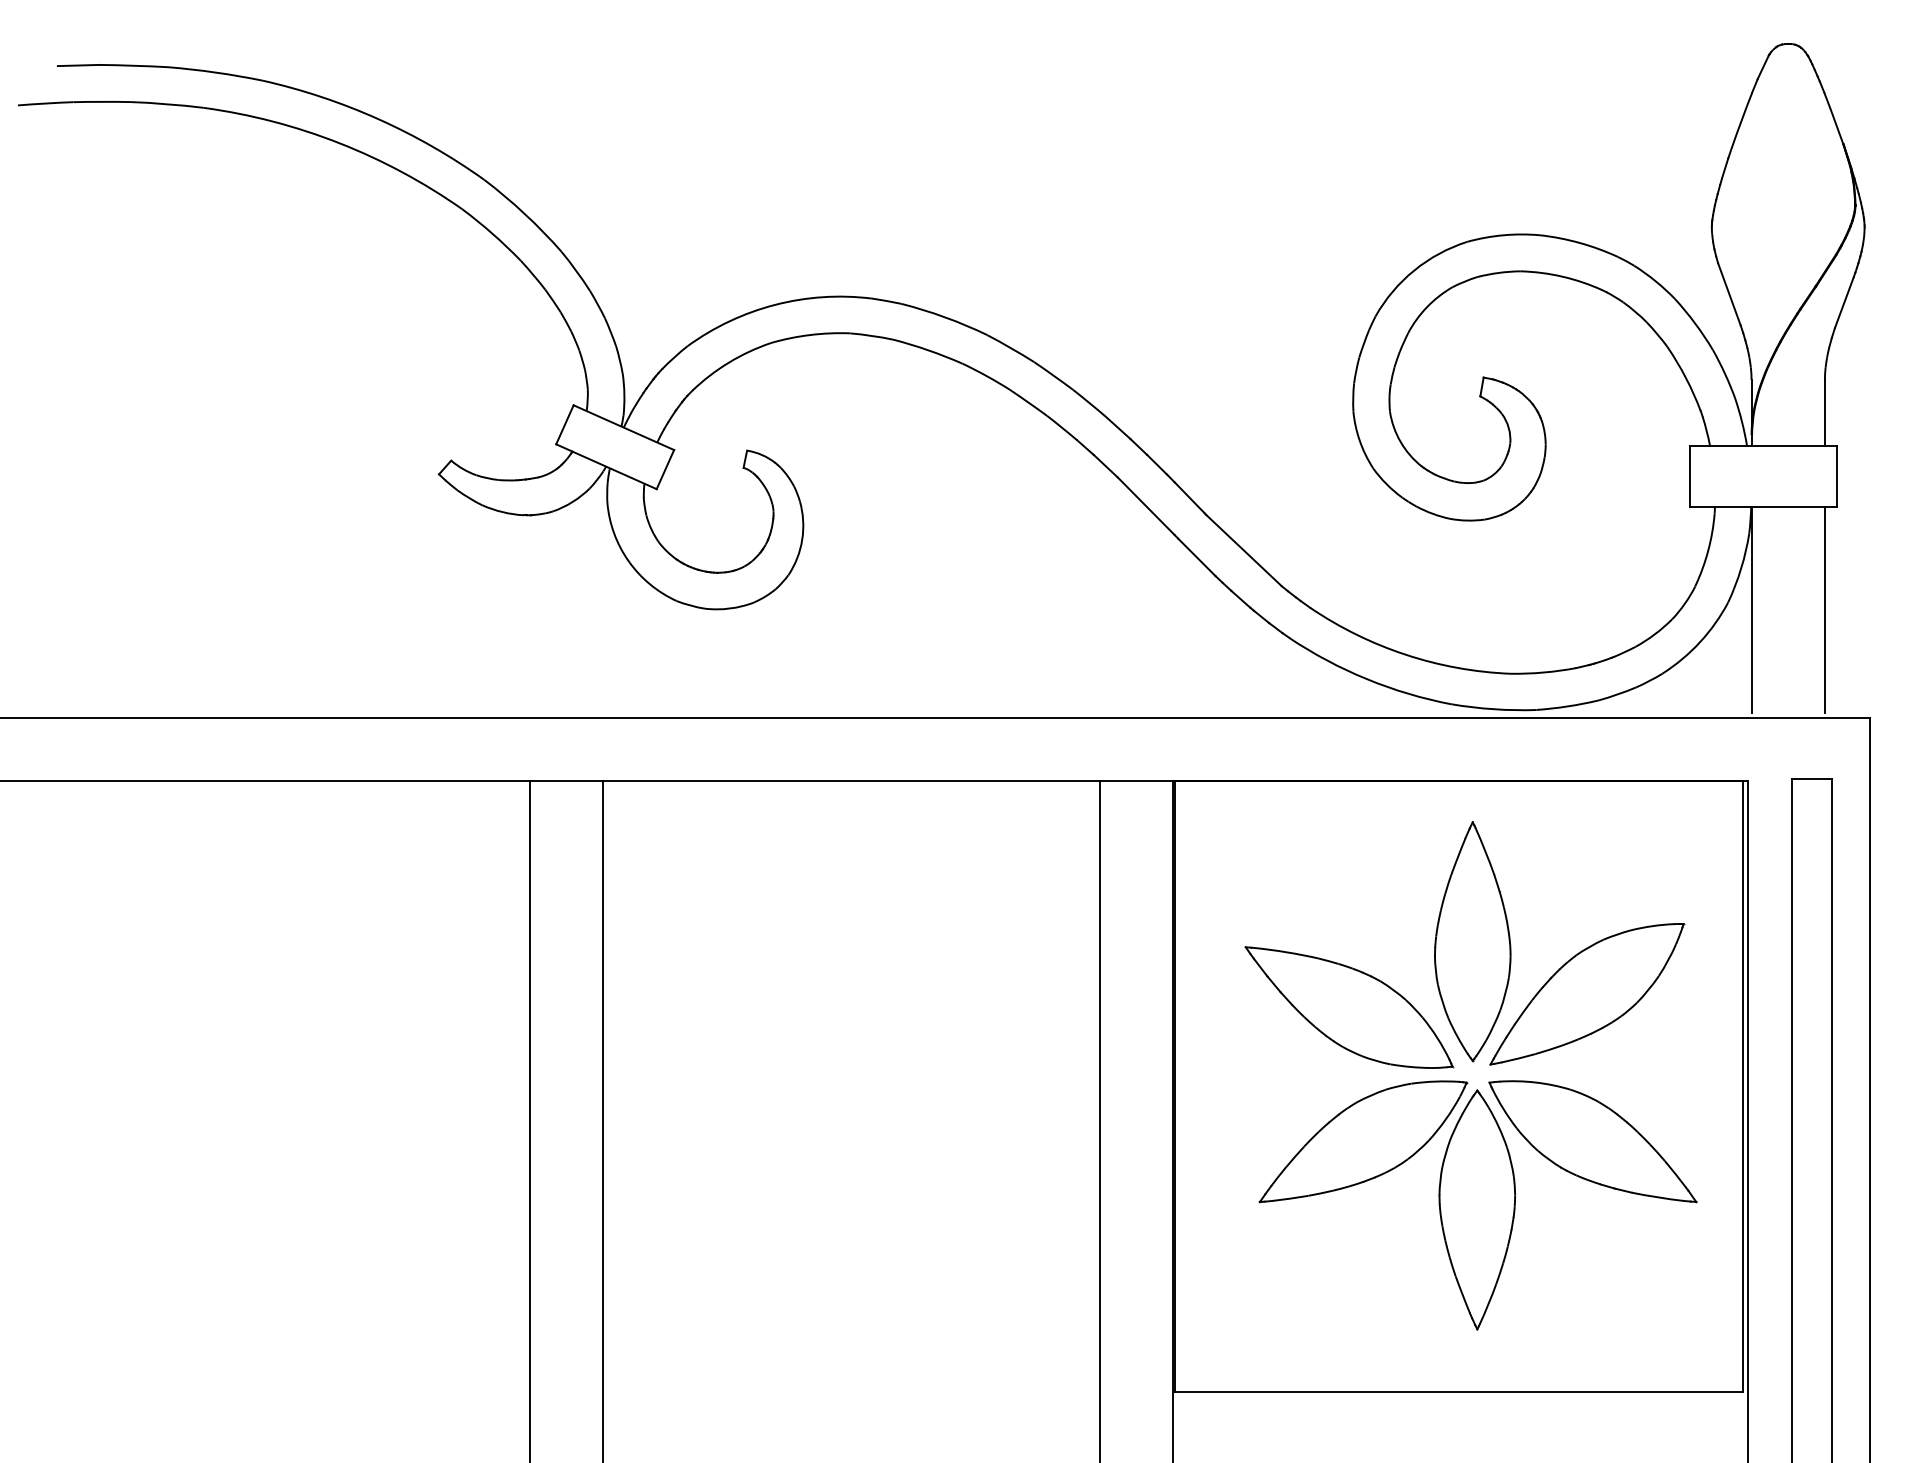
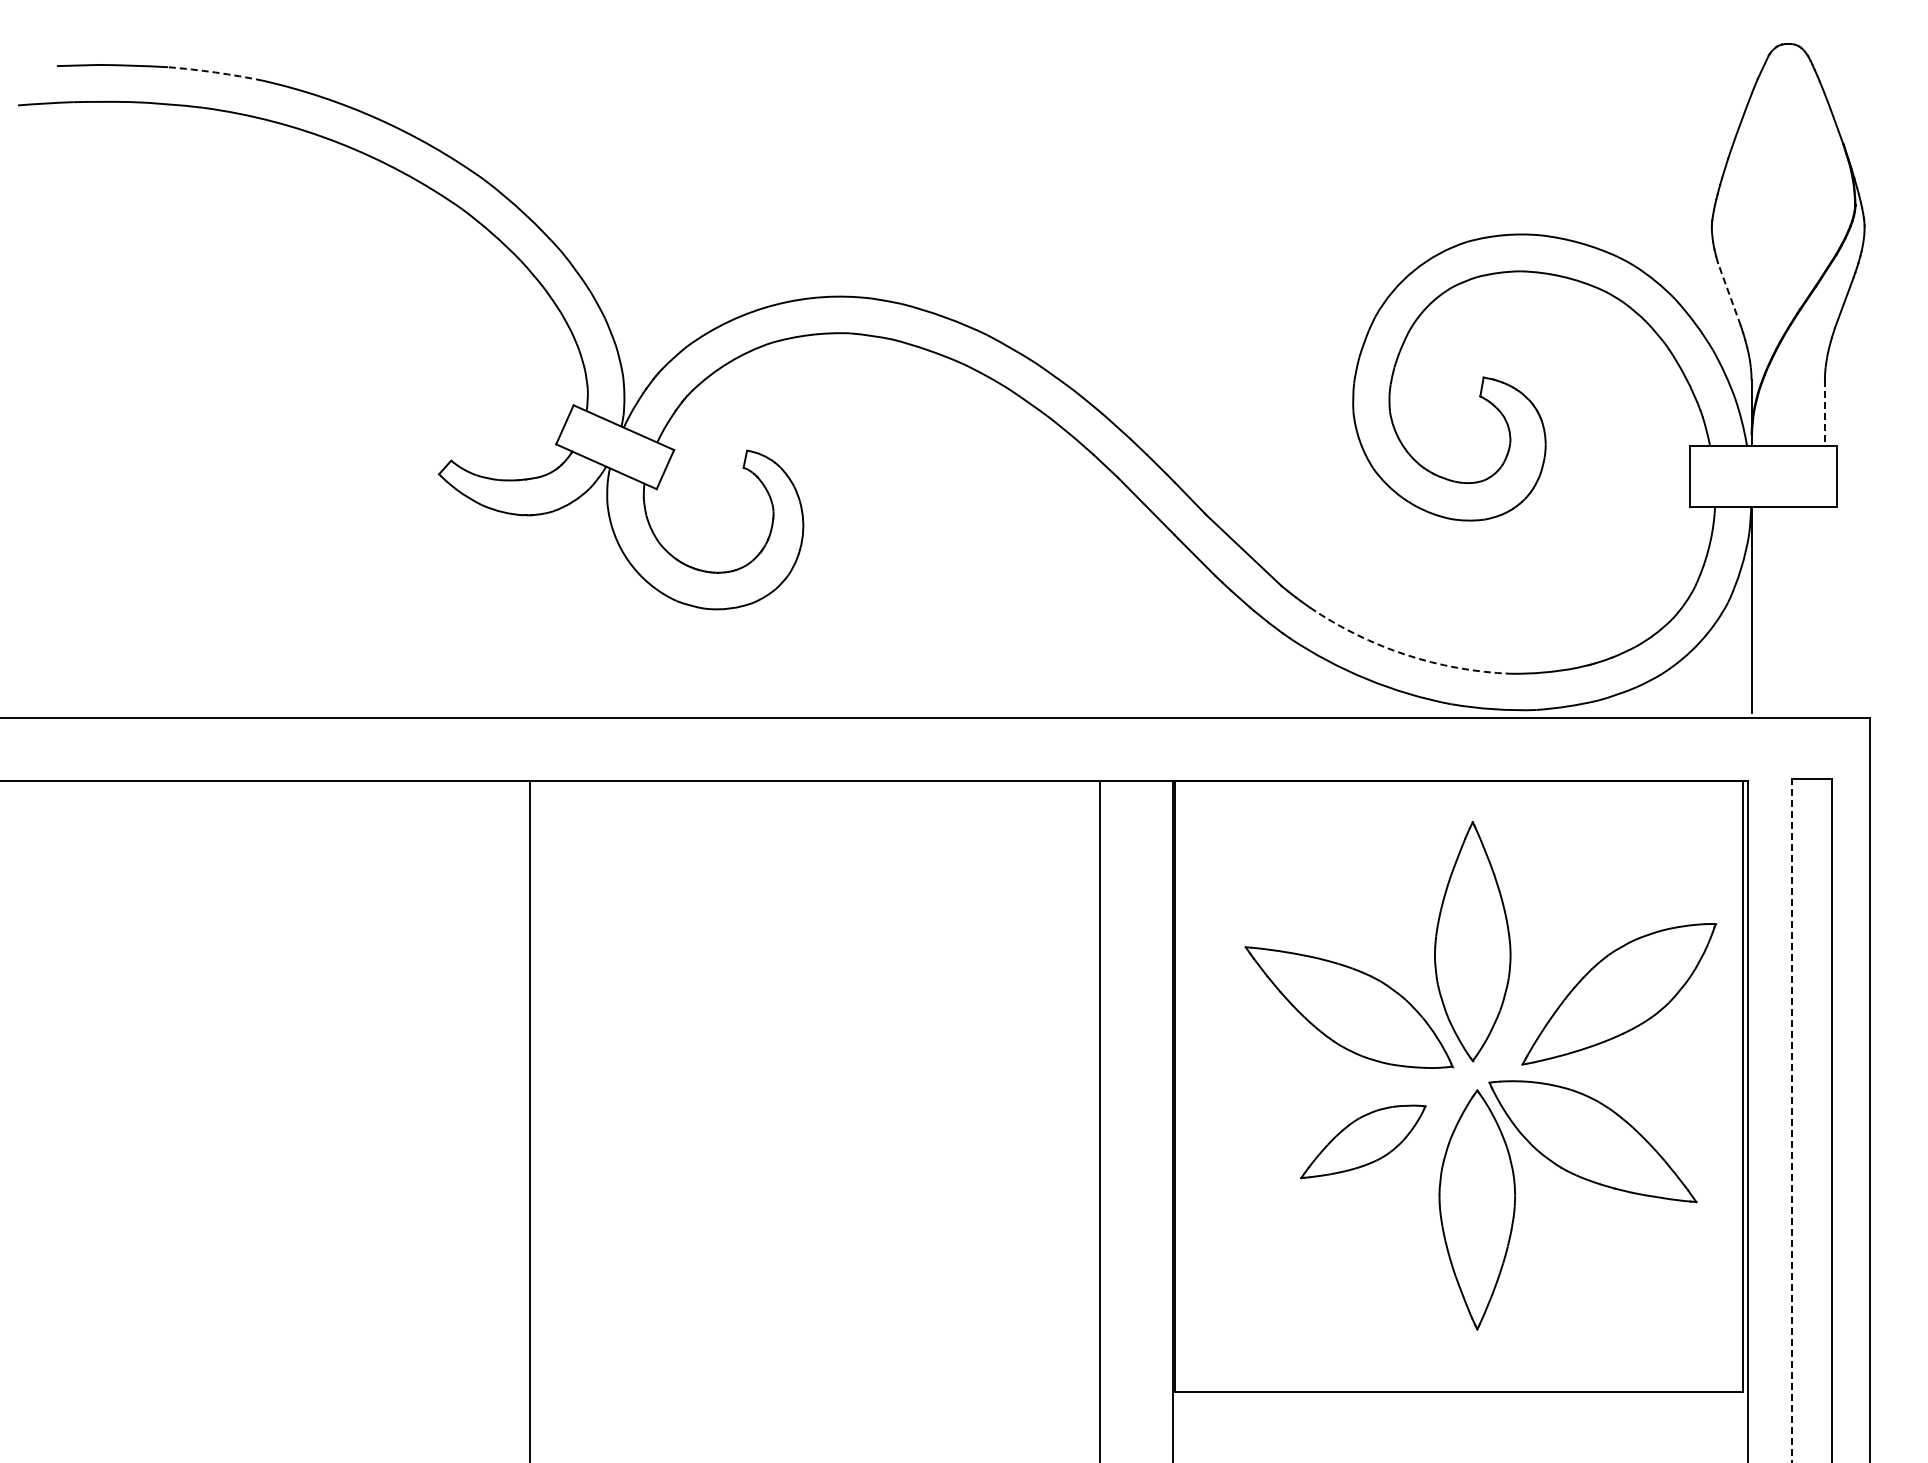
arc at (215, 72): solid -> dashed
line at (1729, 293): solid -> dashed
line at (1824, 412): solid -> dashed
line at (1824, 609): present -> none
arc at (1405, 654): solid -> dashed
part at (1587, 994) position: (1587, 994) -> (1619, 994)
line at (602, 1119): present -> none
line at (1791, 1120): solid -> dashed
part at (1363, 1141) size: 211x124 px -> 127x76 px
